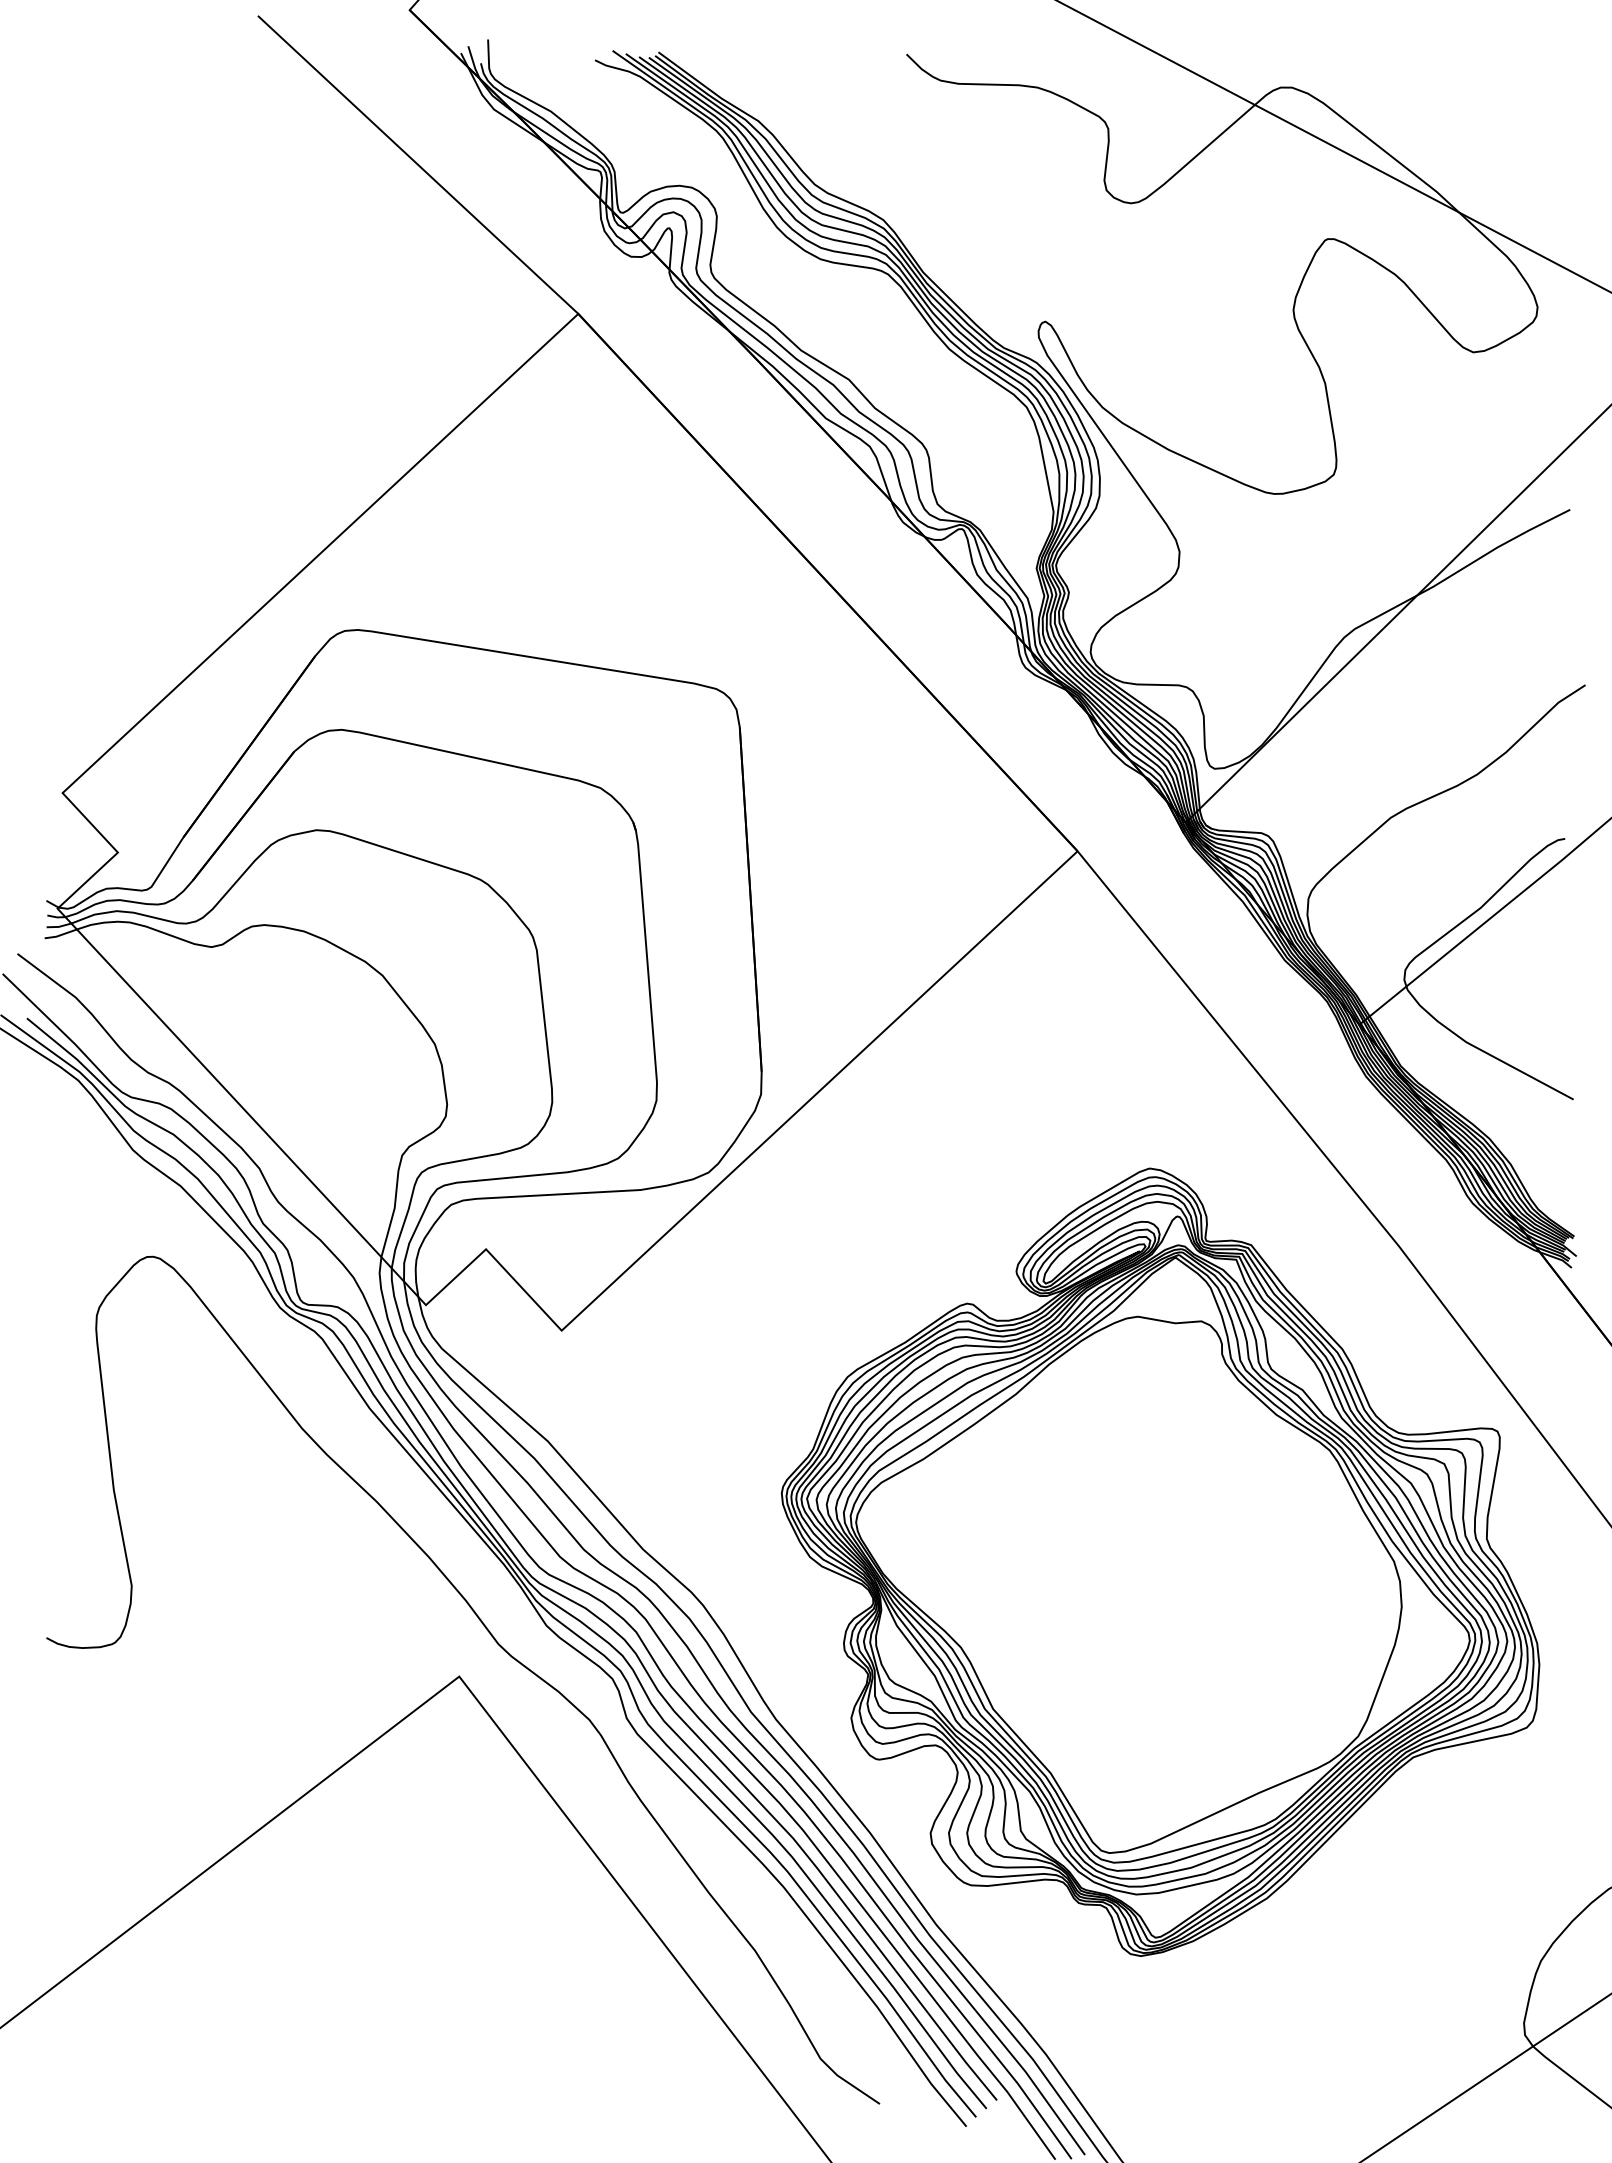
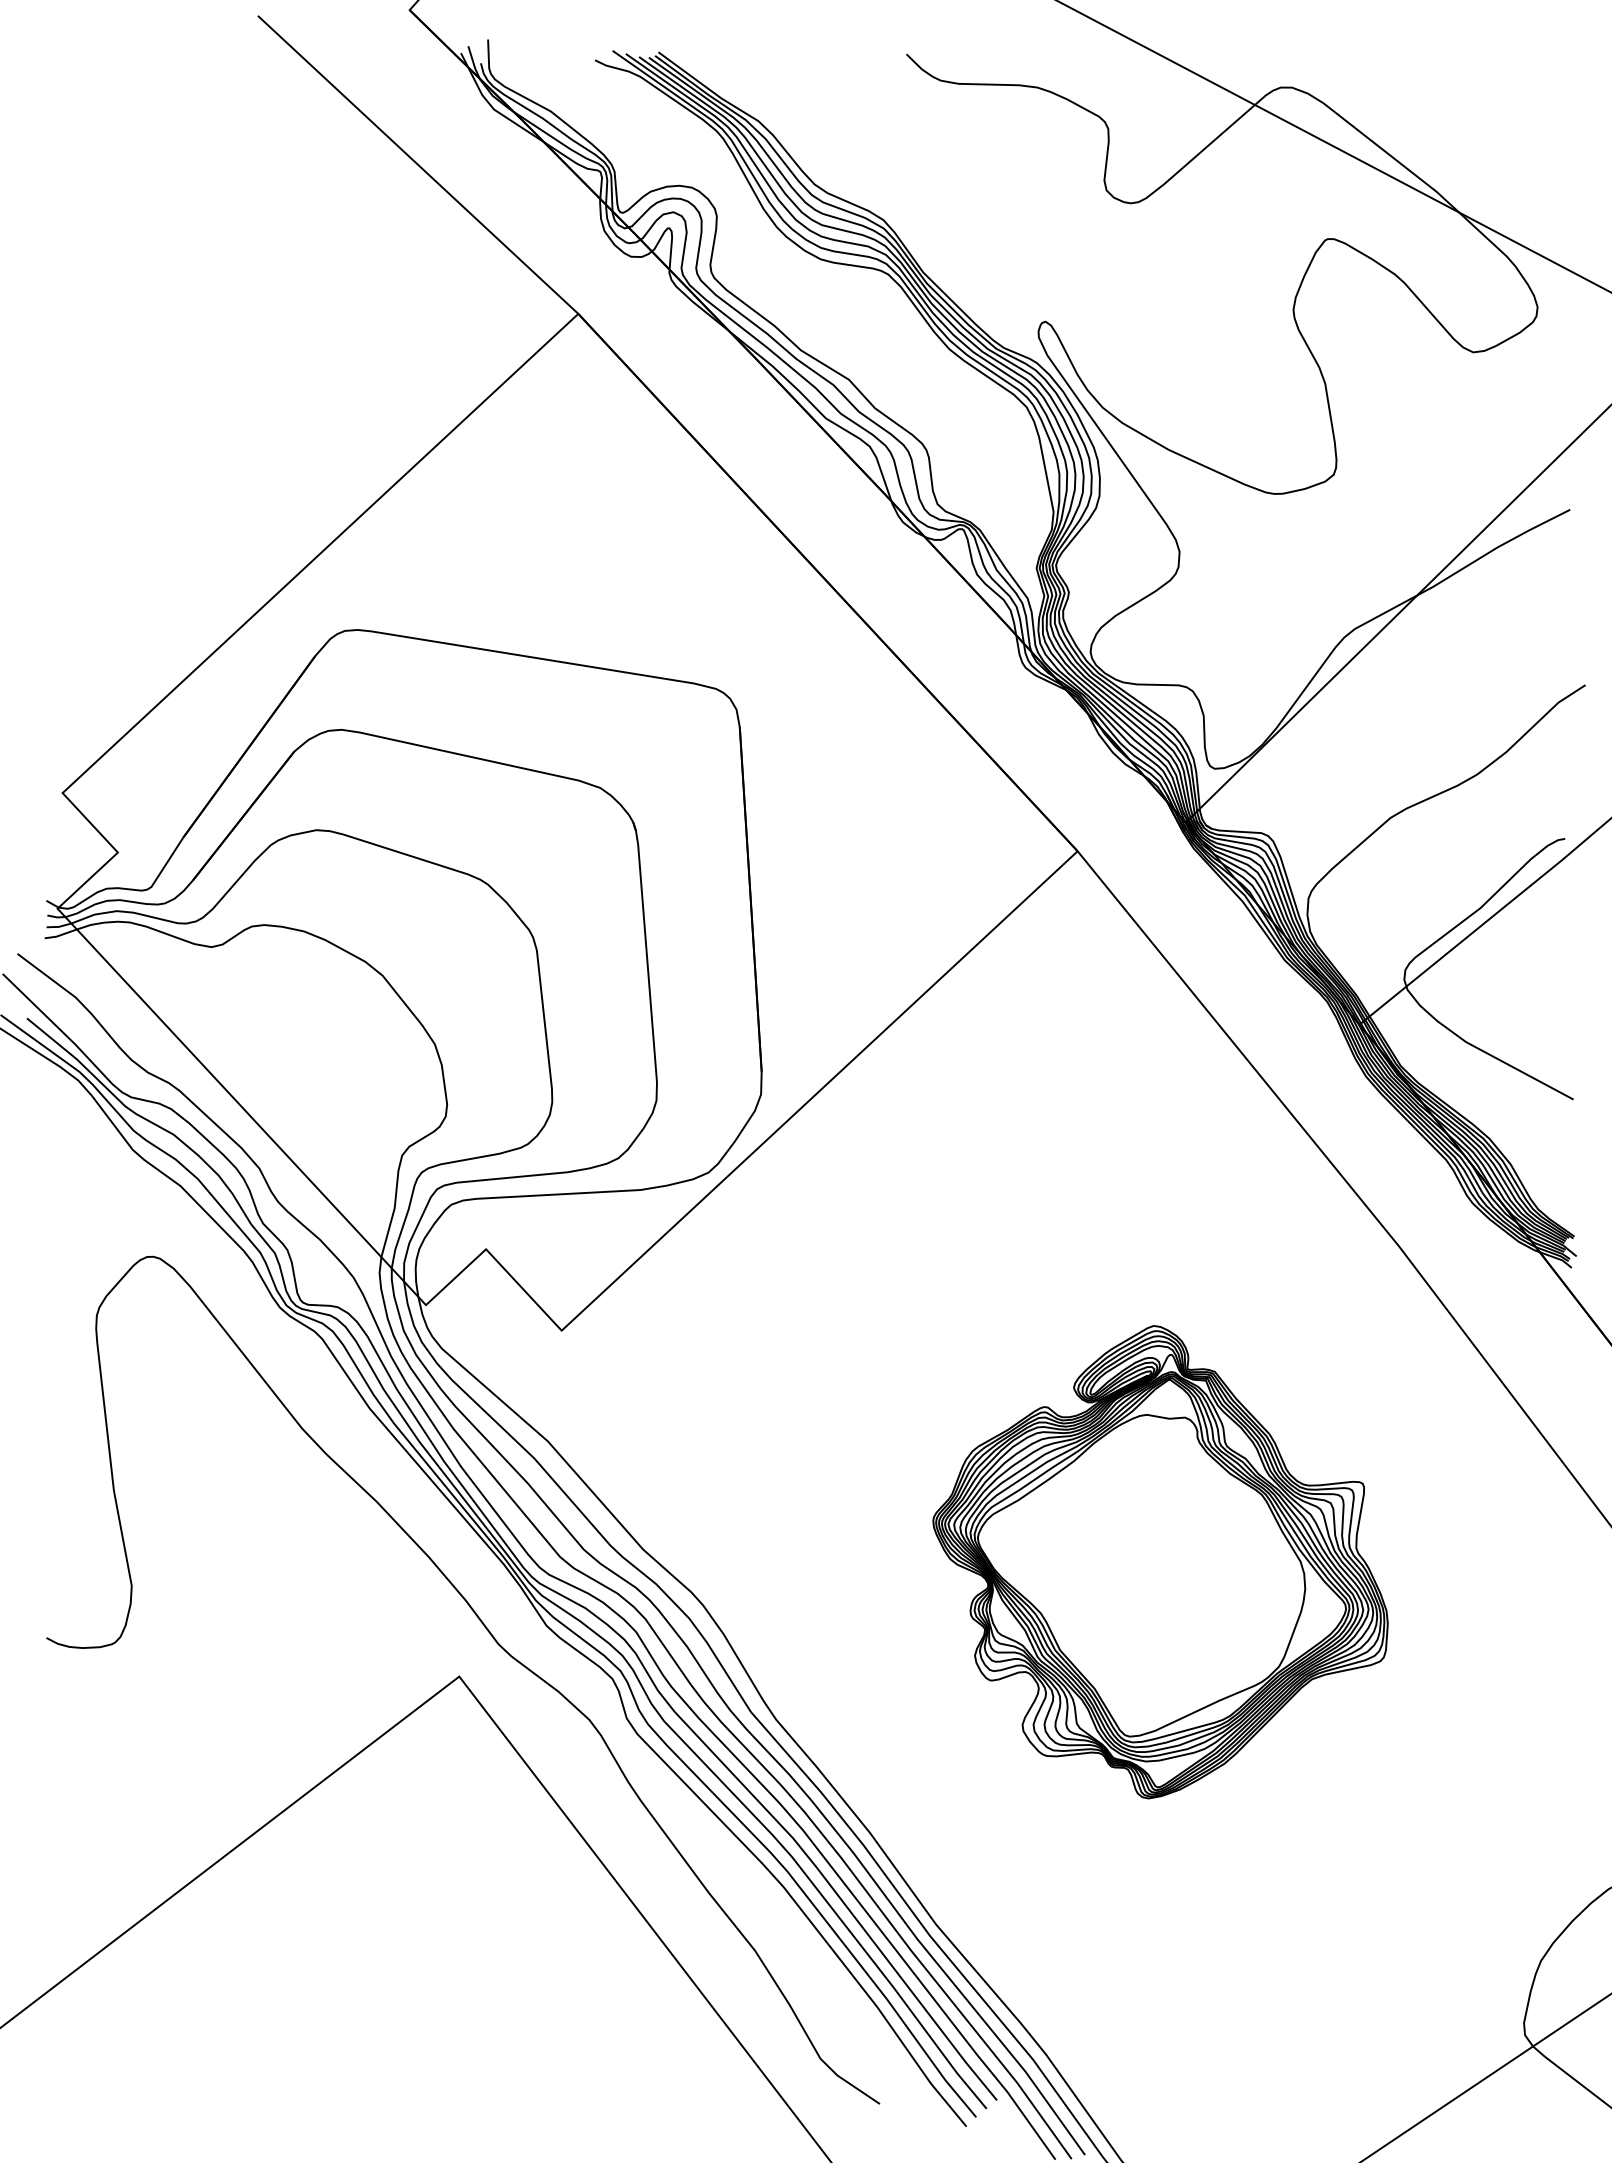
part at (1160, 1561) size: 761x790 px -> 457x475 px
